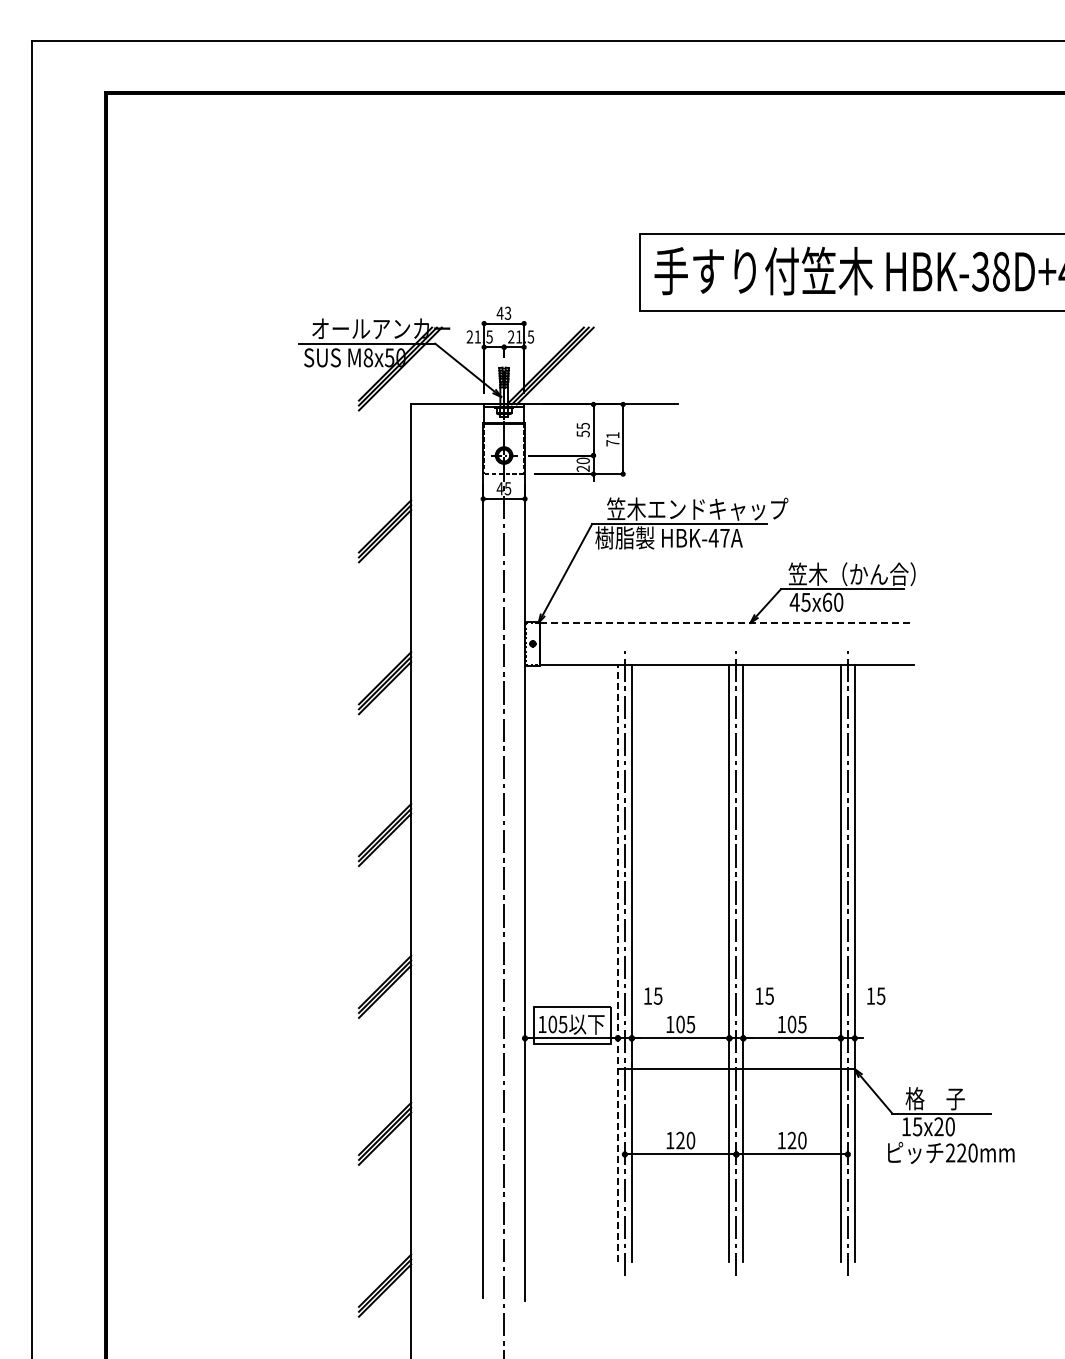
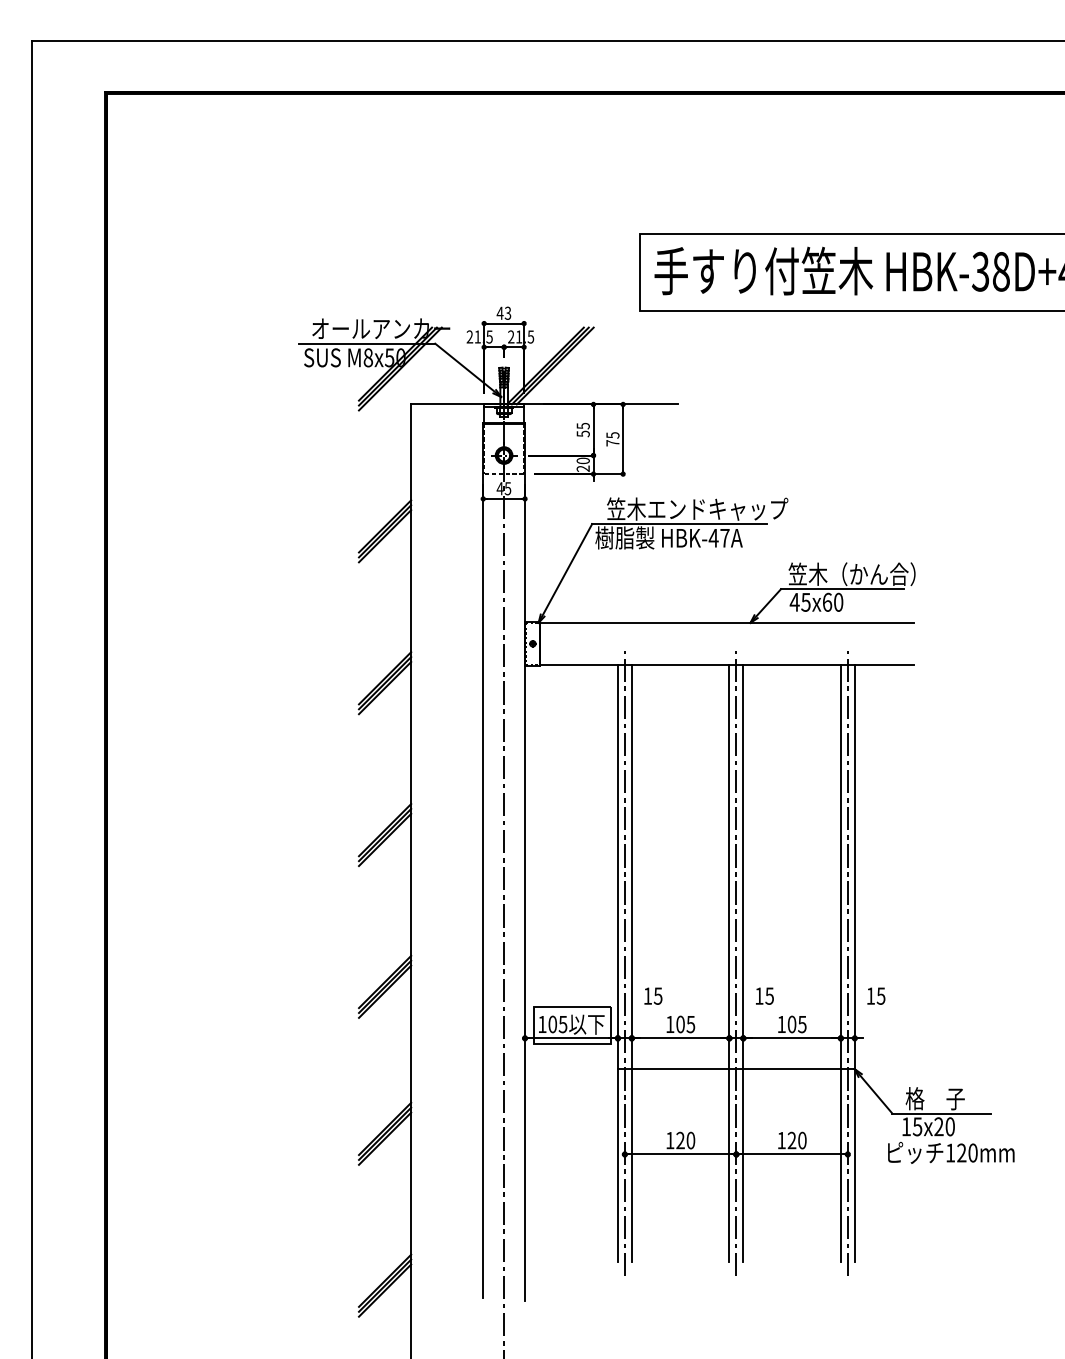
text at (612, 435): 71 -> 75
line at (726, 622): dashed -> solid
line at (617, 963): dashed -> solid
text at (950, 1152): 220mm -> 120mm
